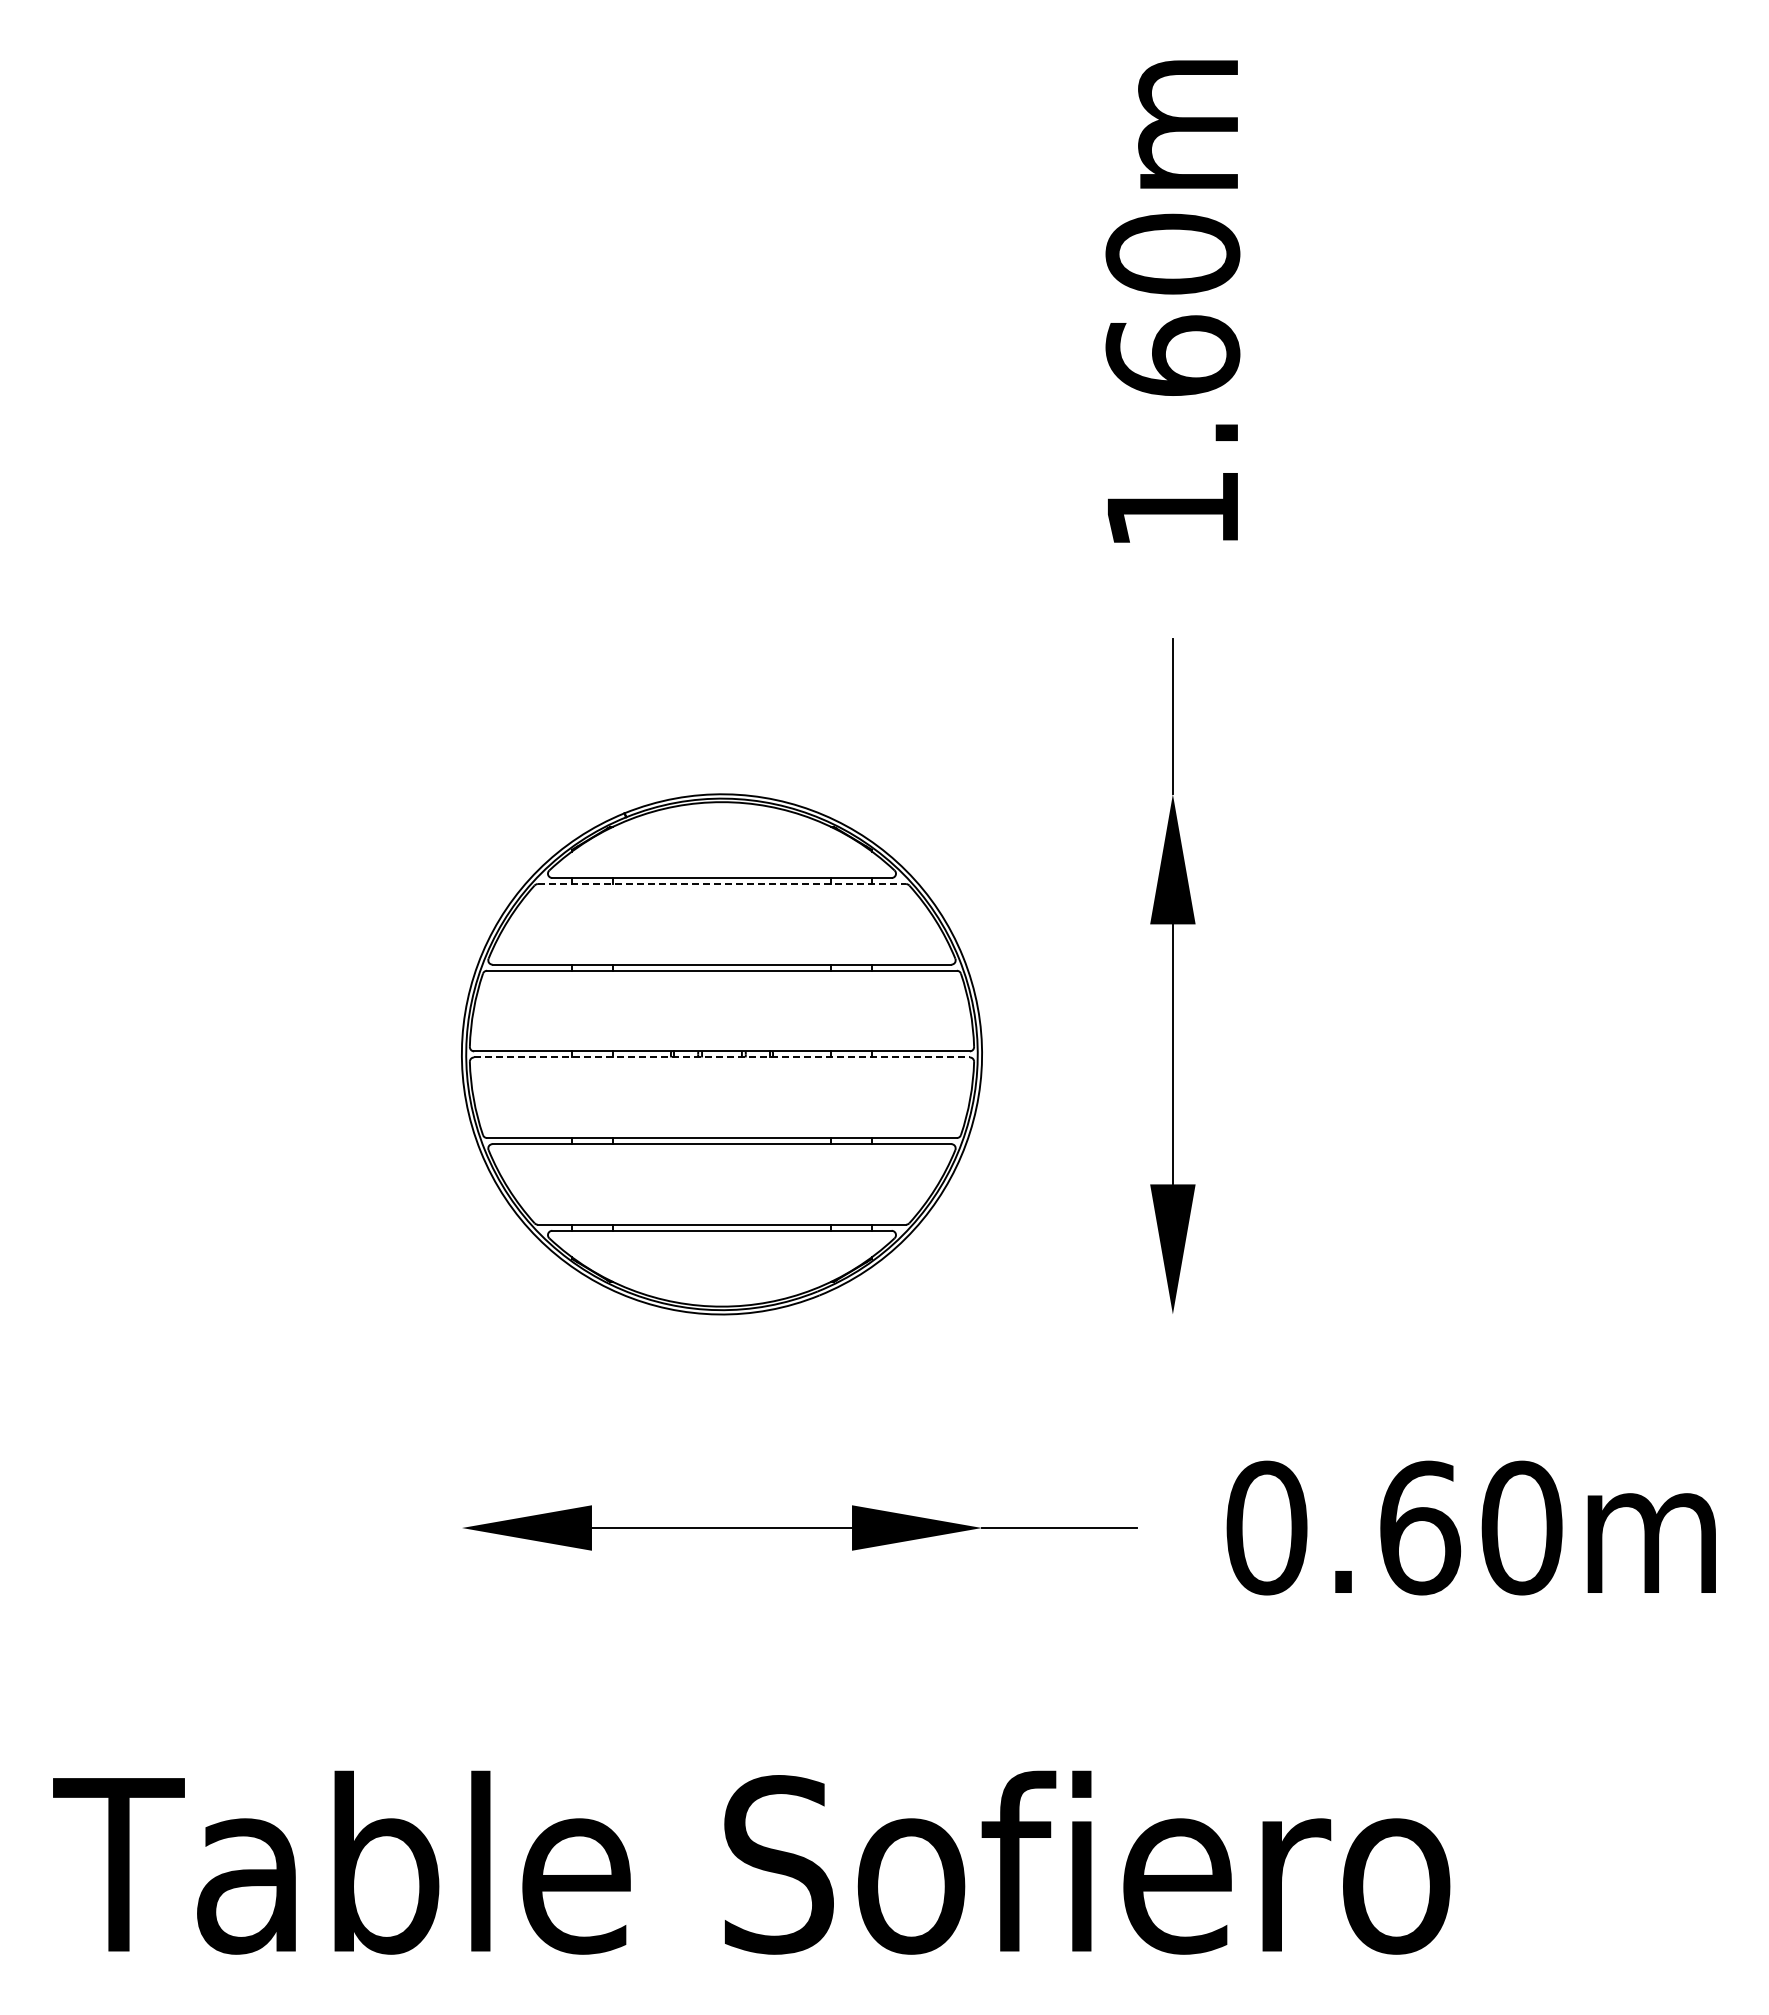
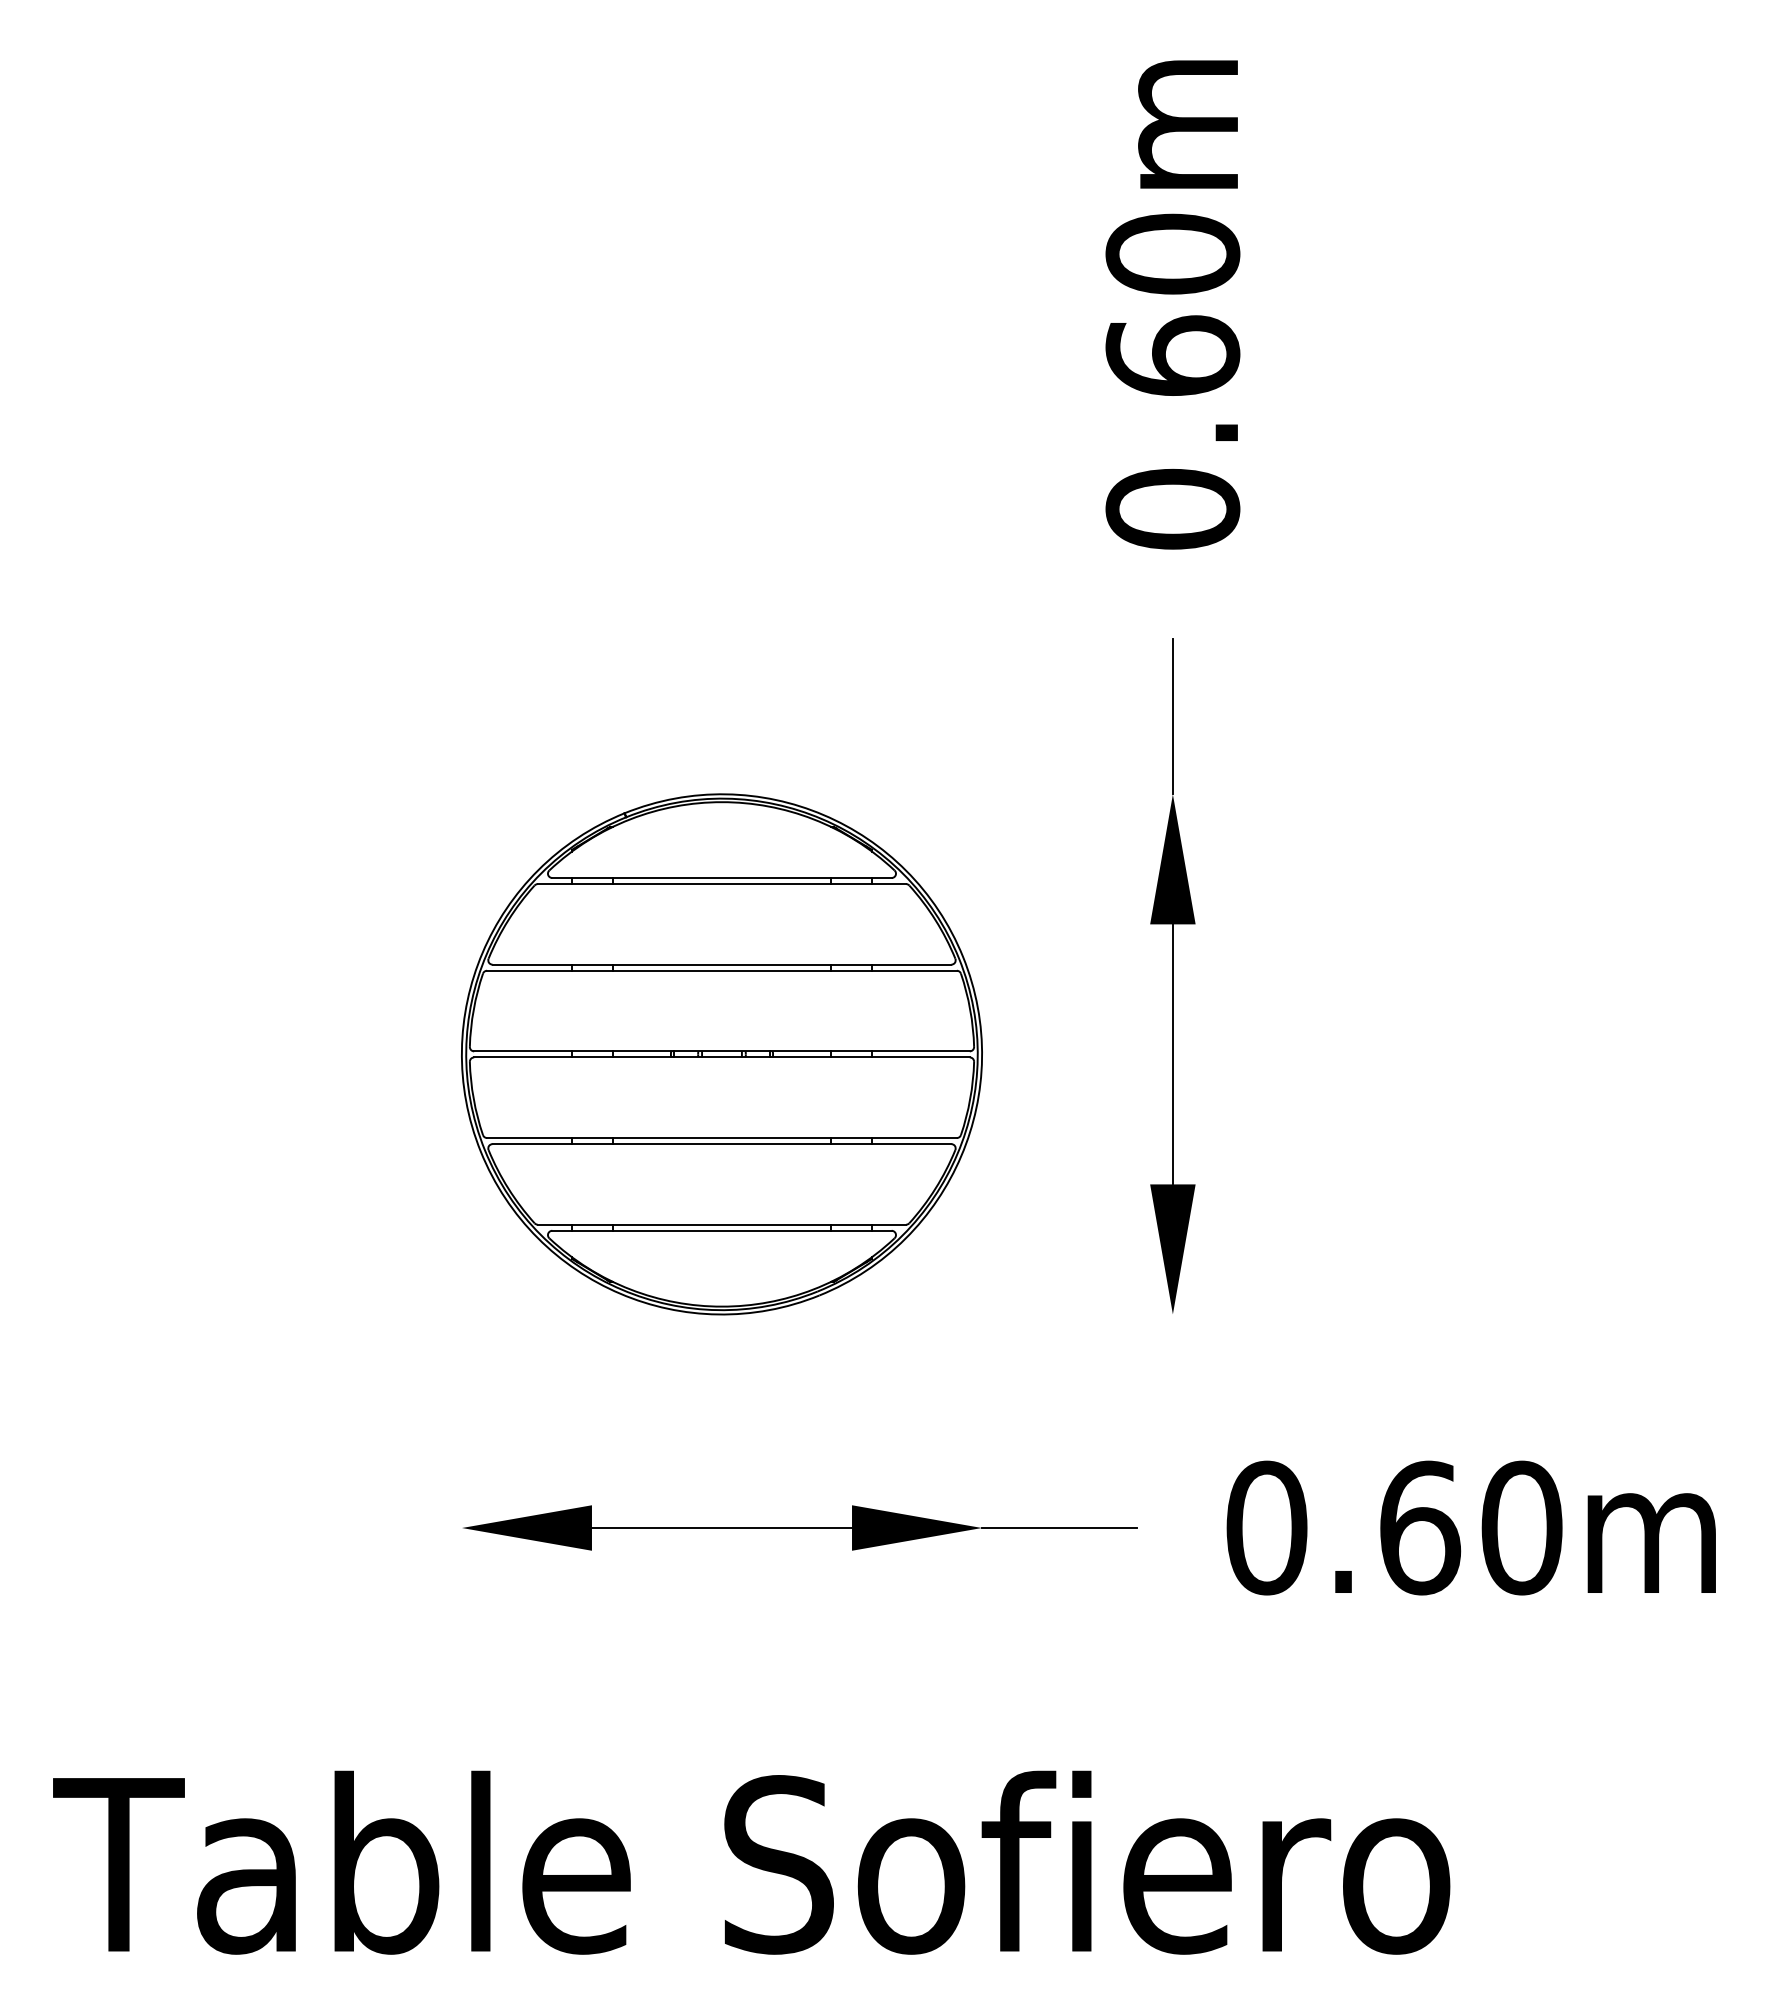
text at (1172, 508): 1.60m -> 0.60m
line at (722, 884): dashed -> solid
line at (721, 1057): dashed -> solid
